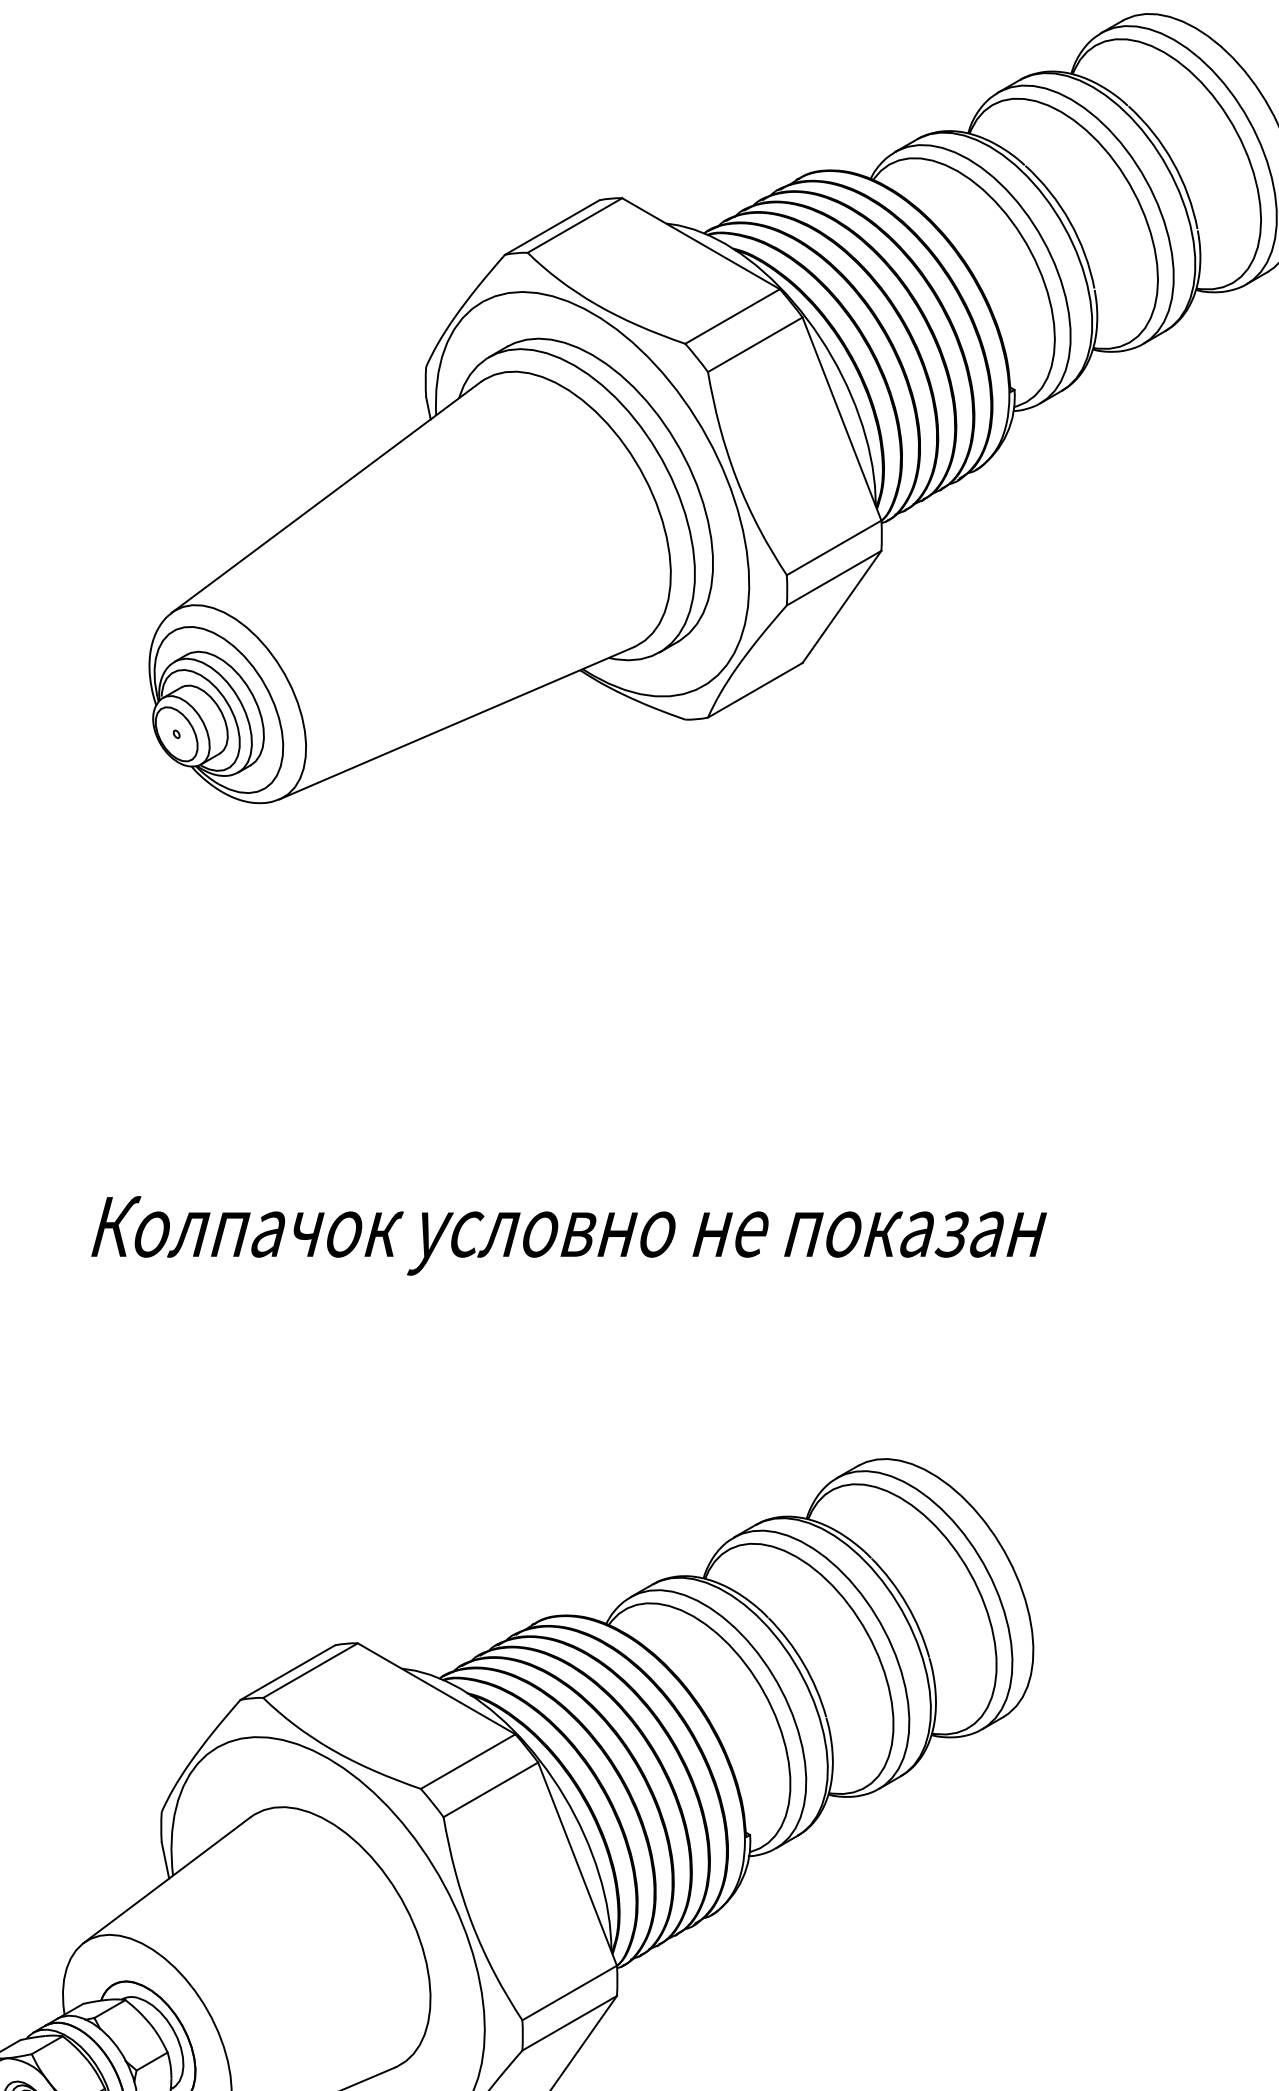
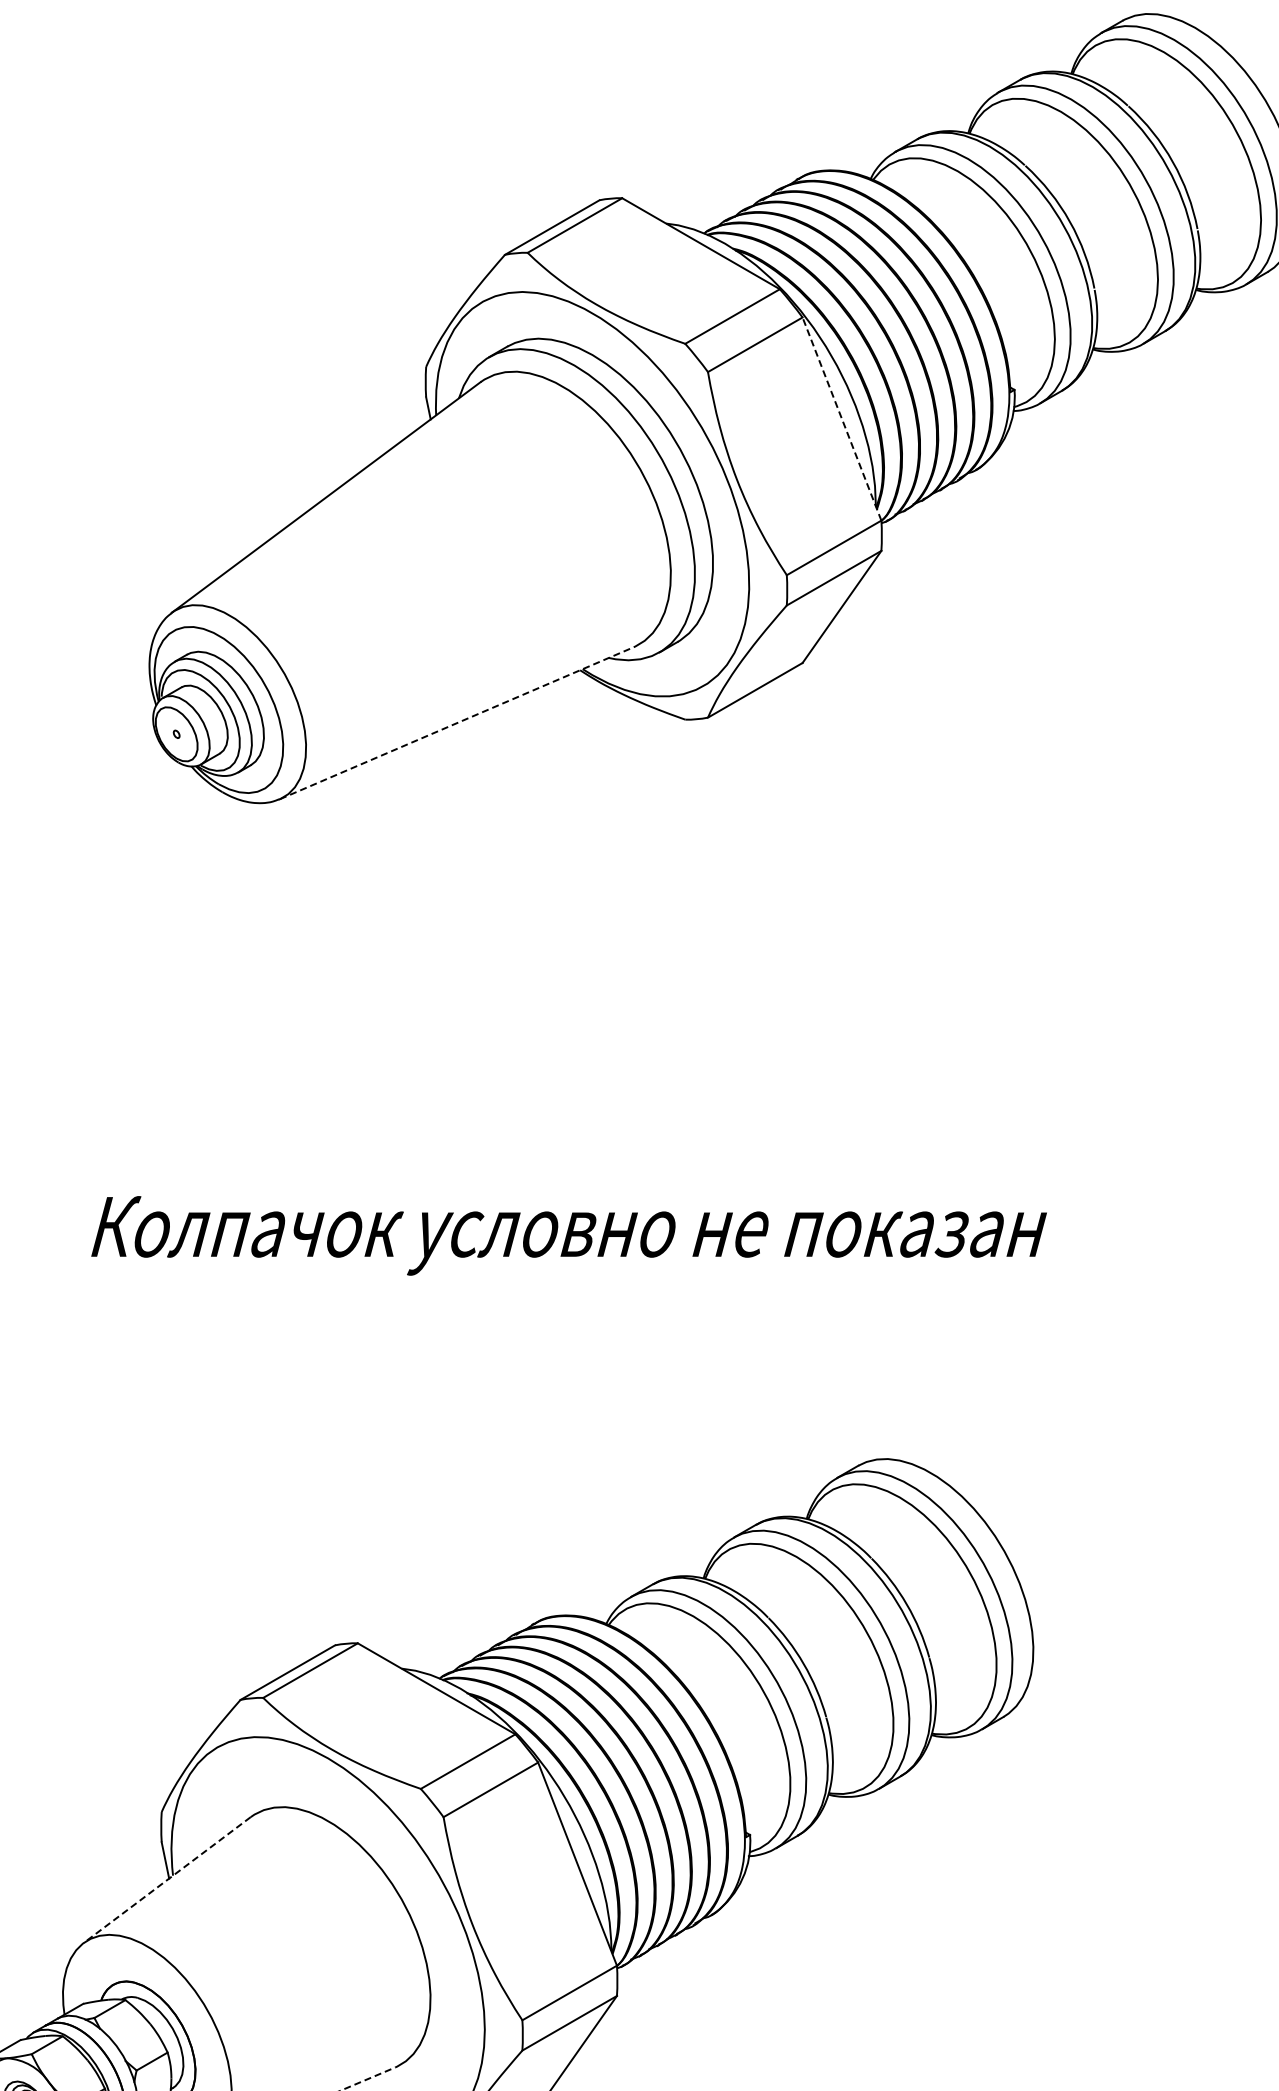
line at (841, 419): solid -> dashed
line at (457, 723): solid -> dashed
line at (167, 1880): solid -> dashed
line at (367, 2079): solid -> dashed
